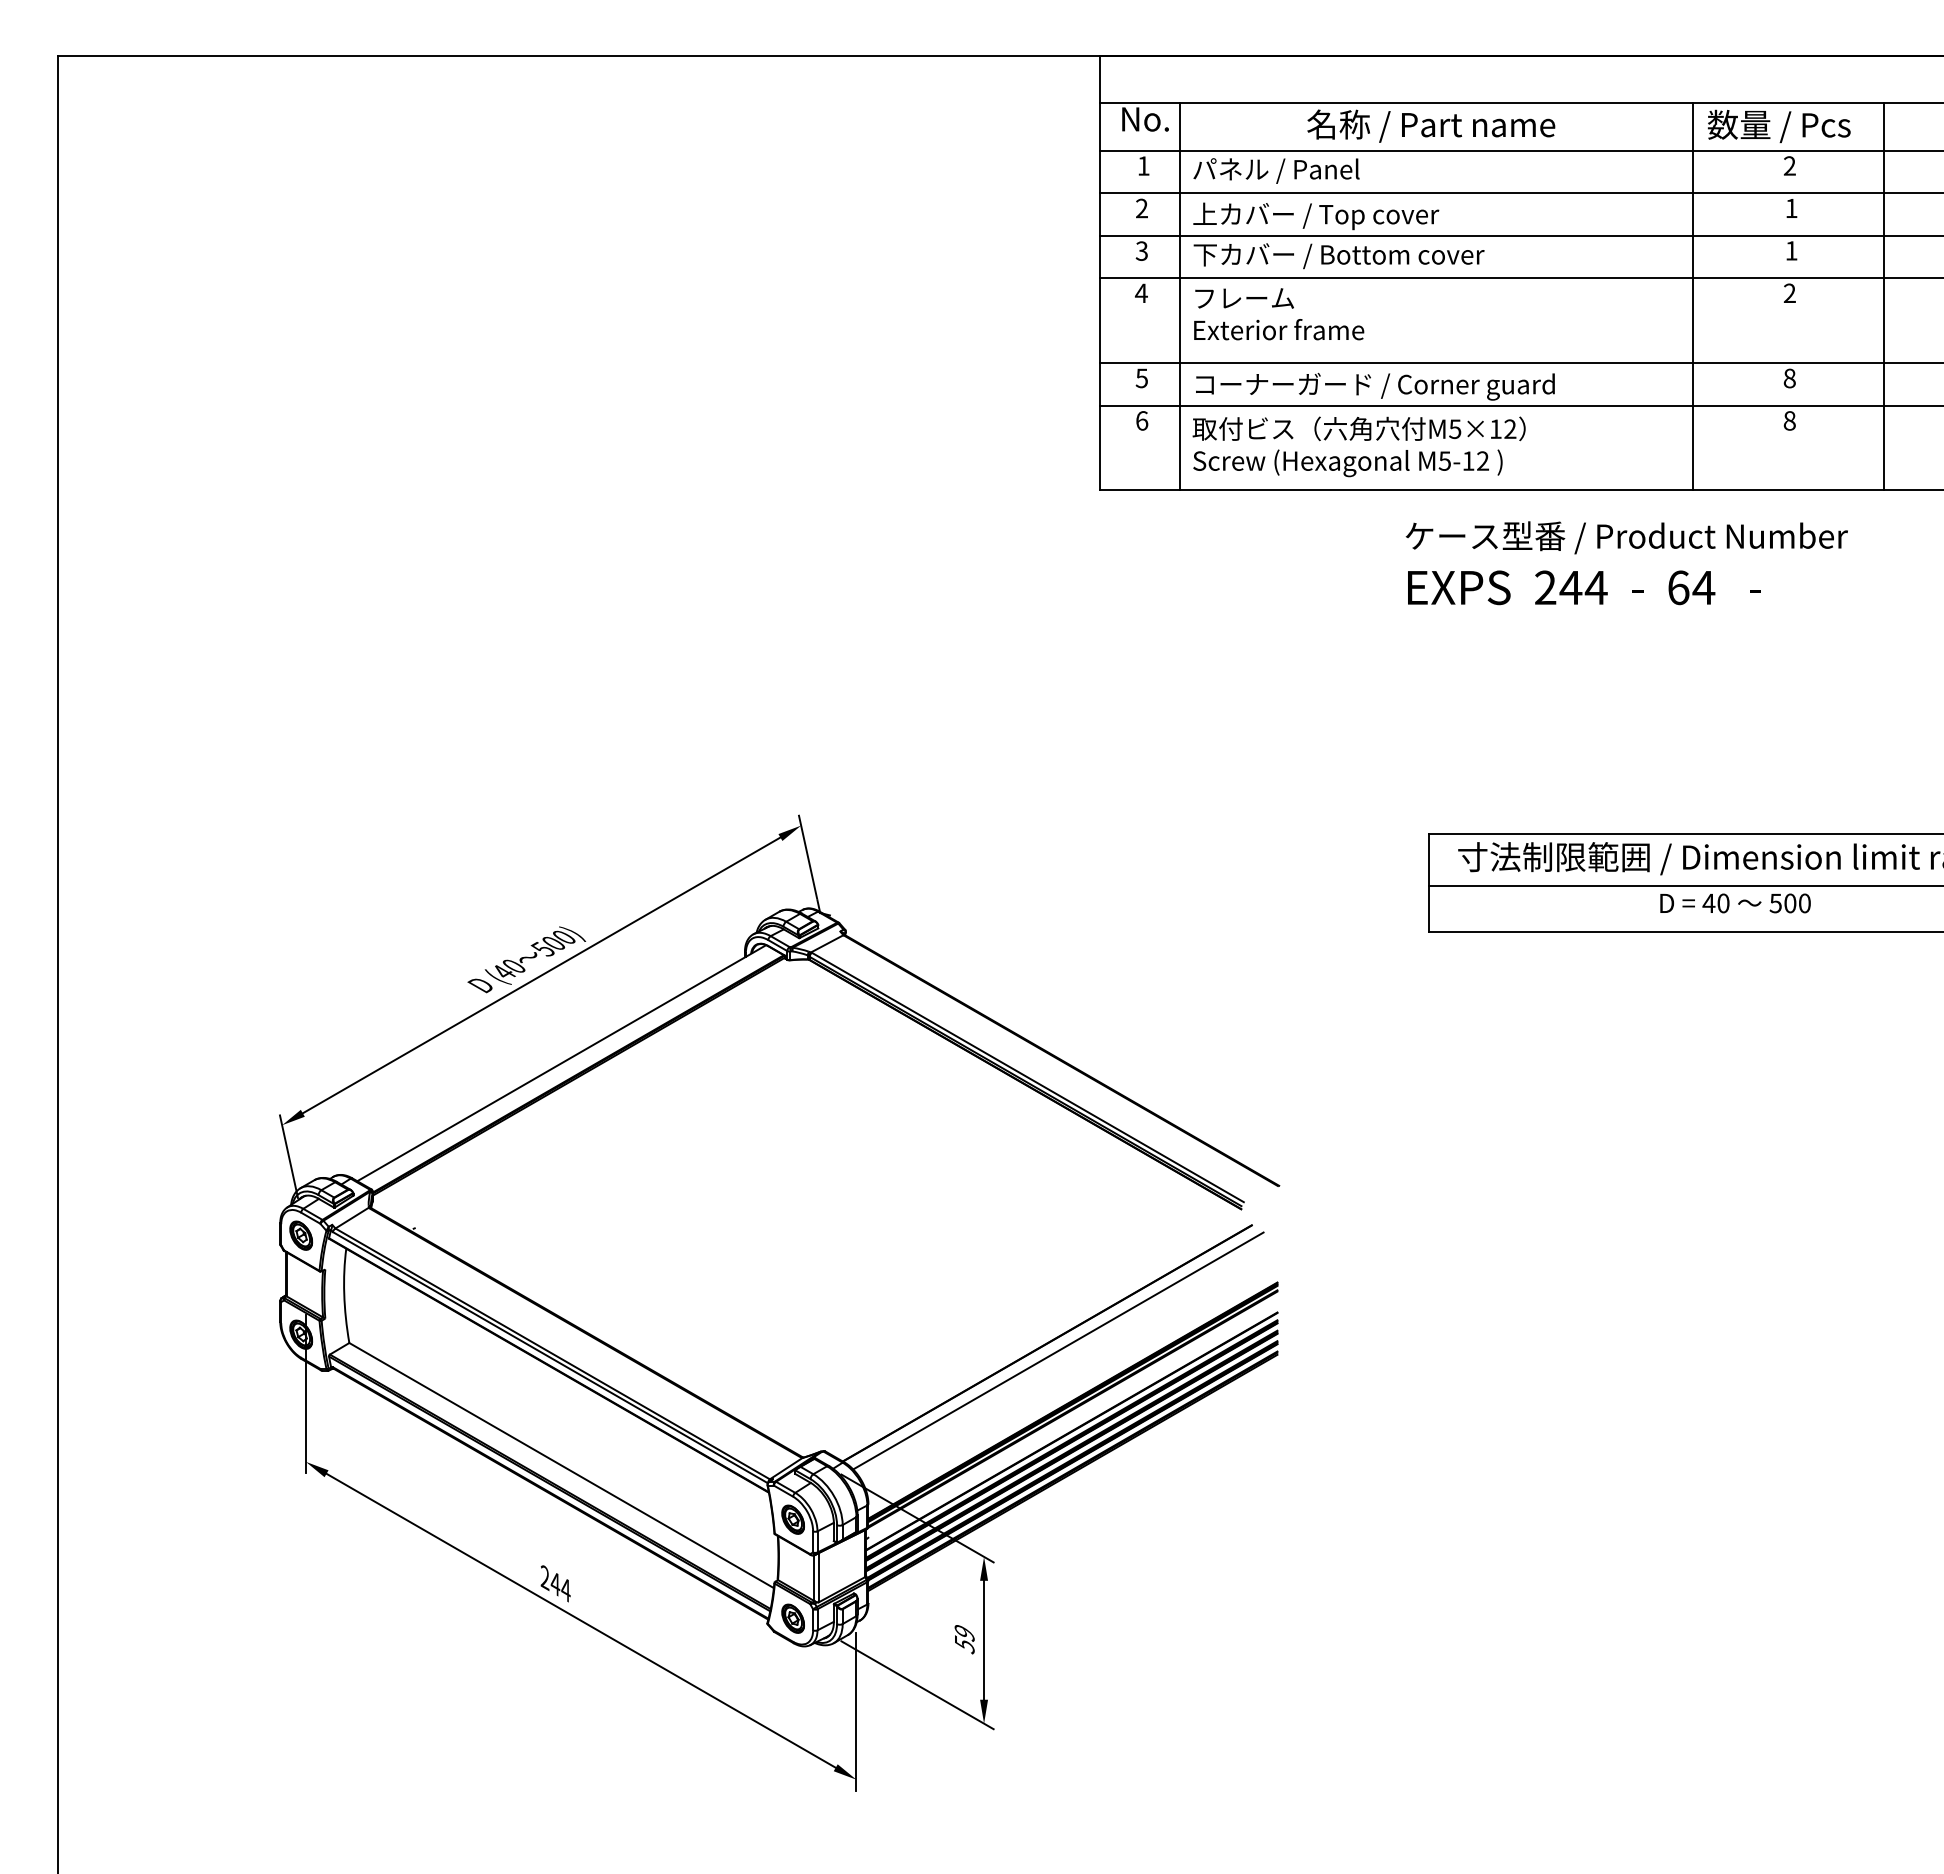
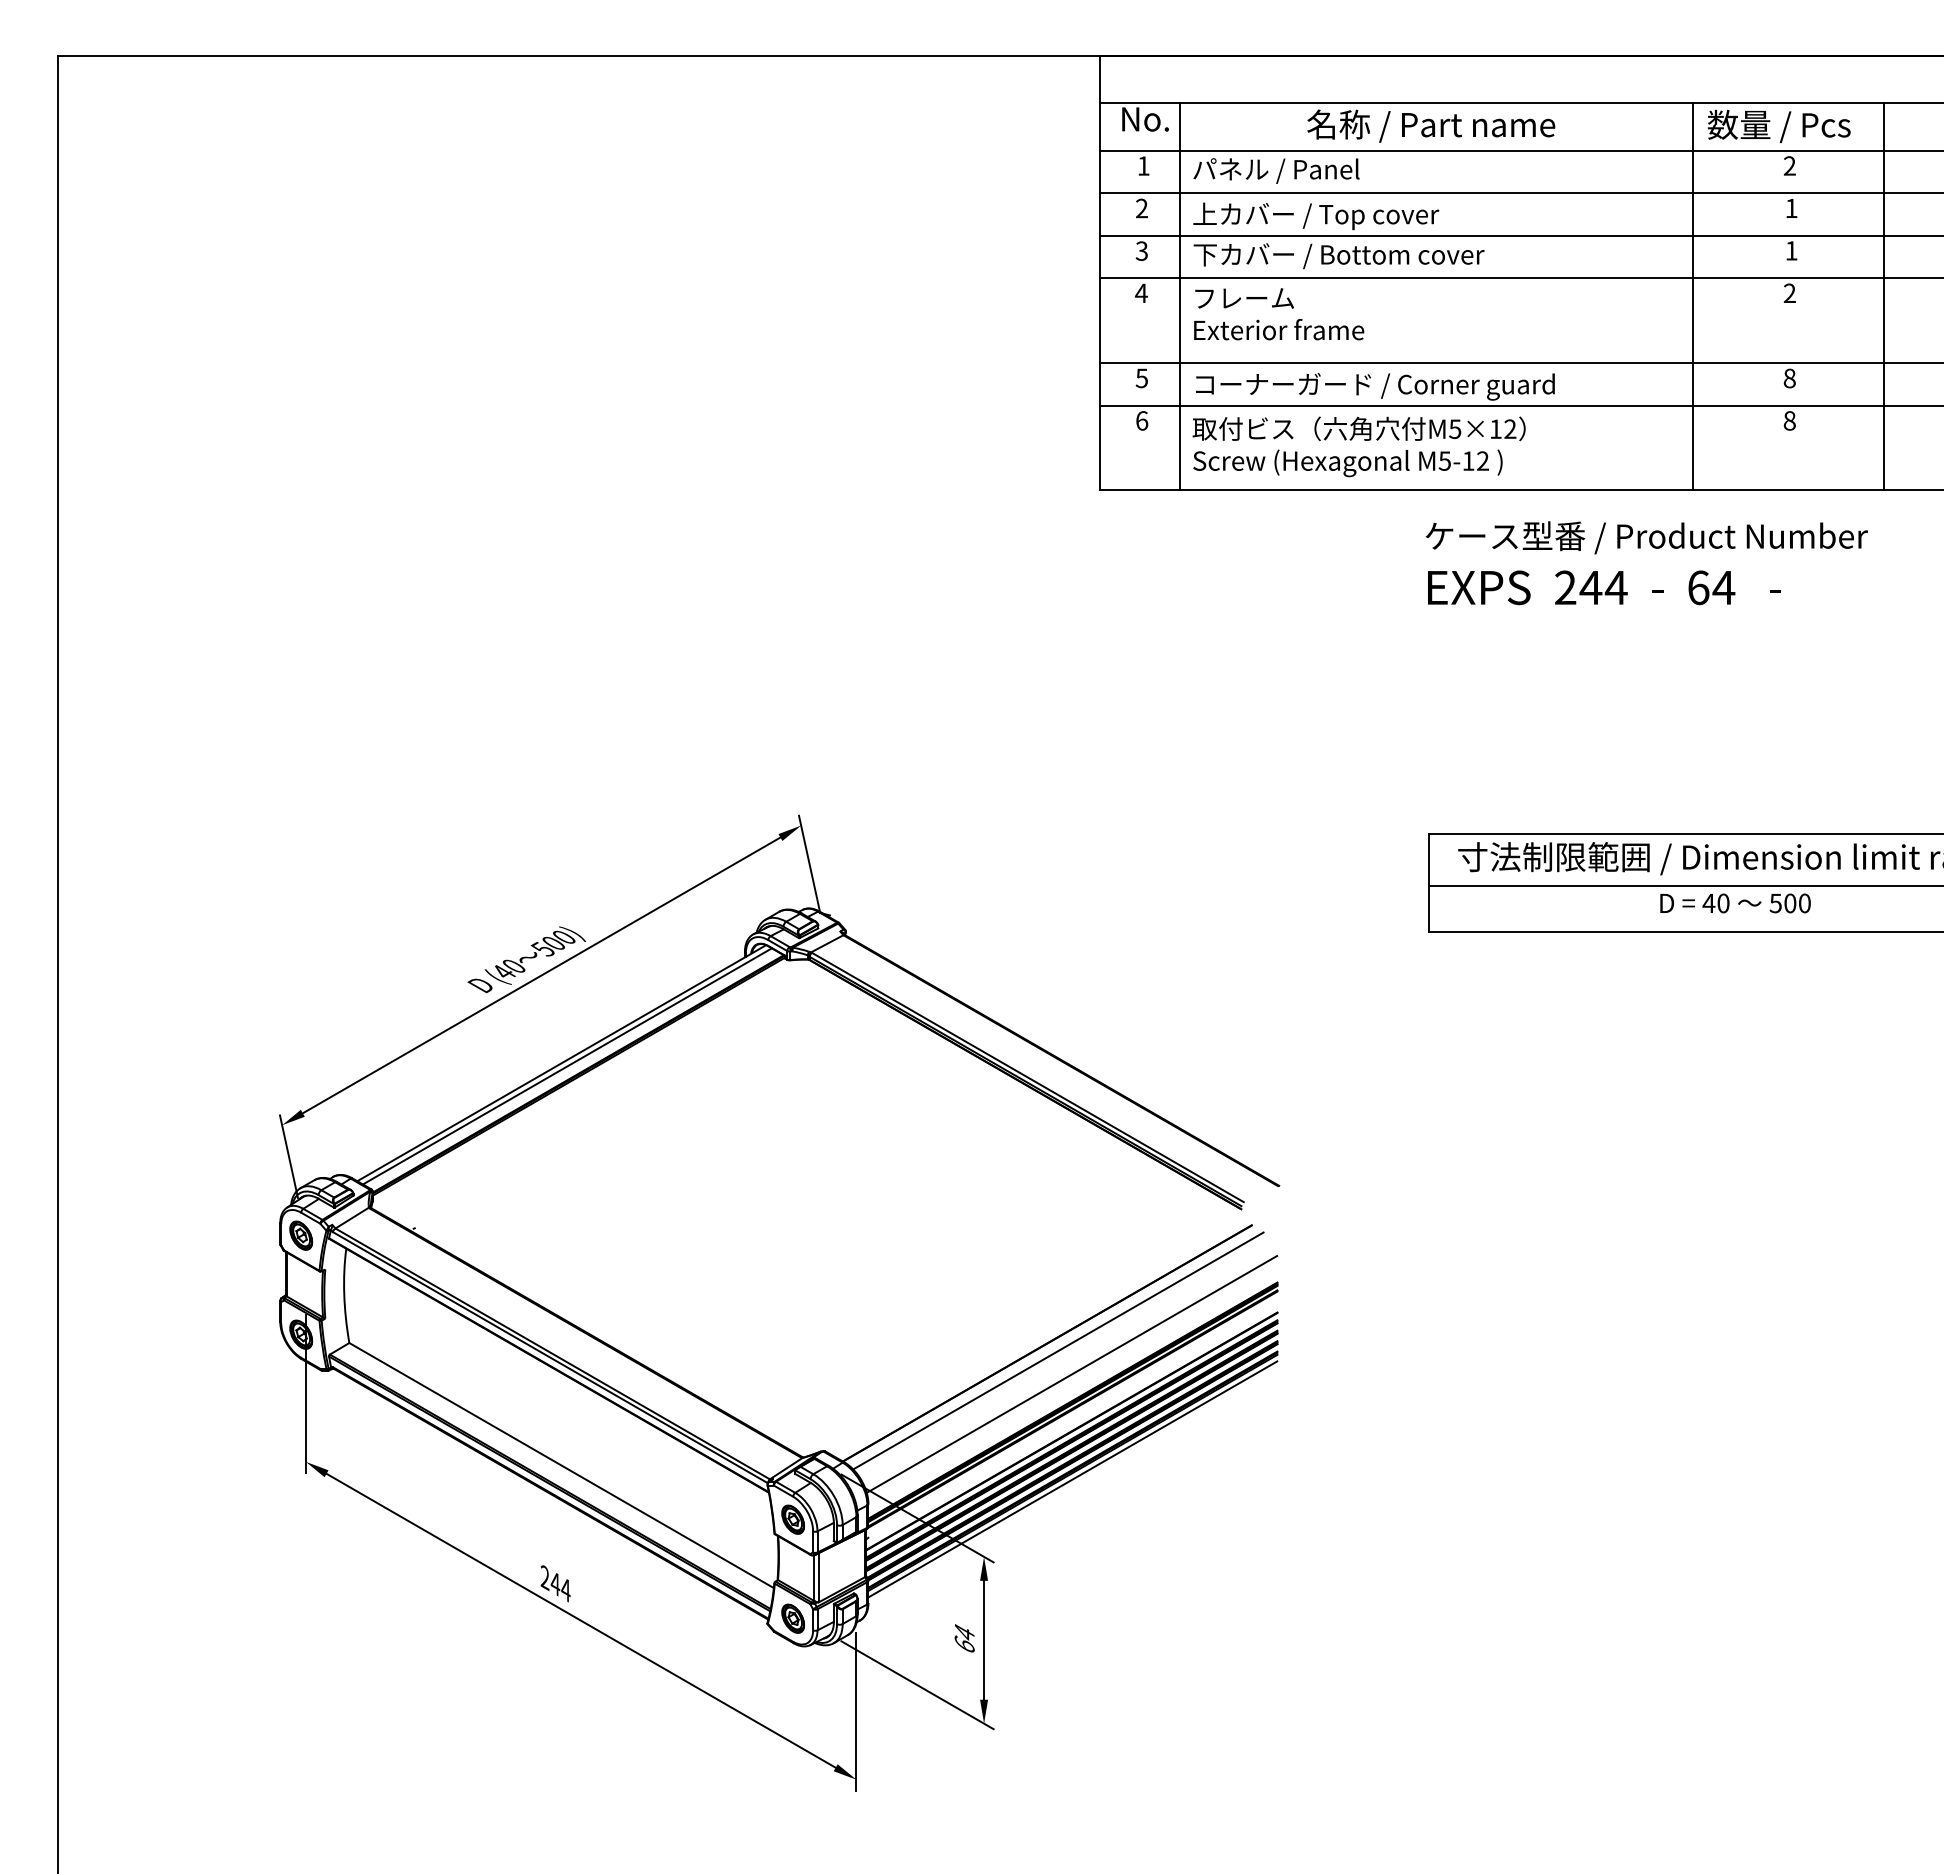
text at (1626, 563) position: (1626, 563) -> (1646, 563)
line at (566, 1066): none -> present
line at (1071, 1373): none -> present
line at (1072, 1479): none -> present
text at (964, 1639): 59 -> 64
